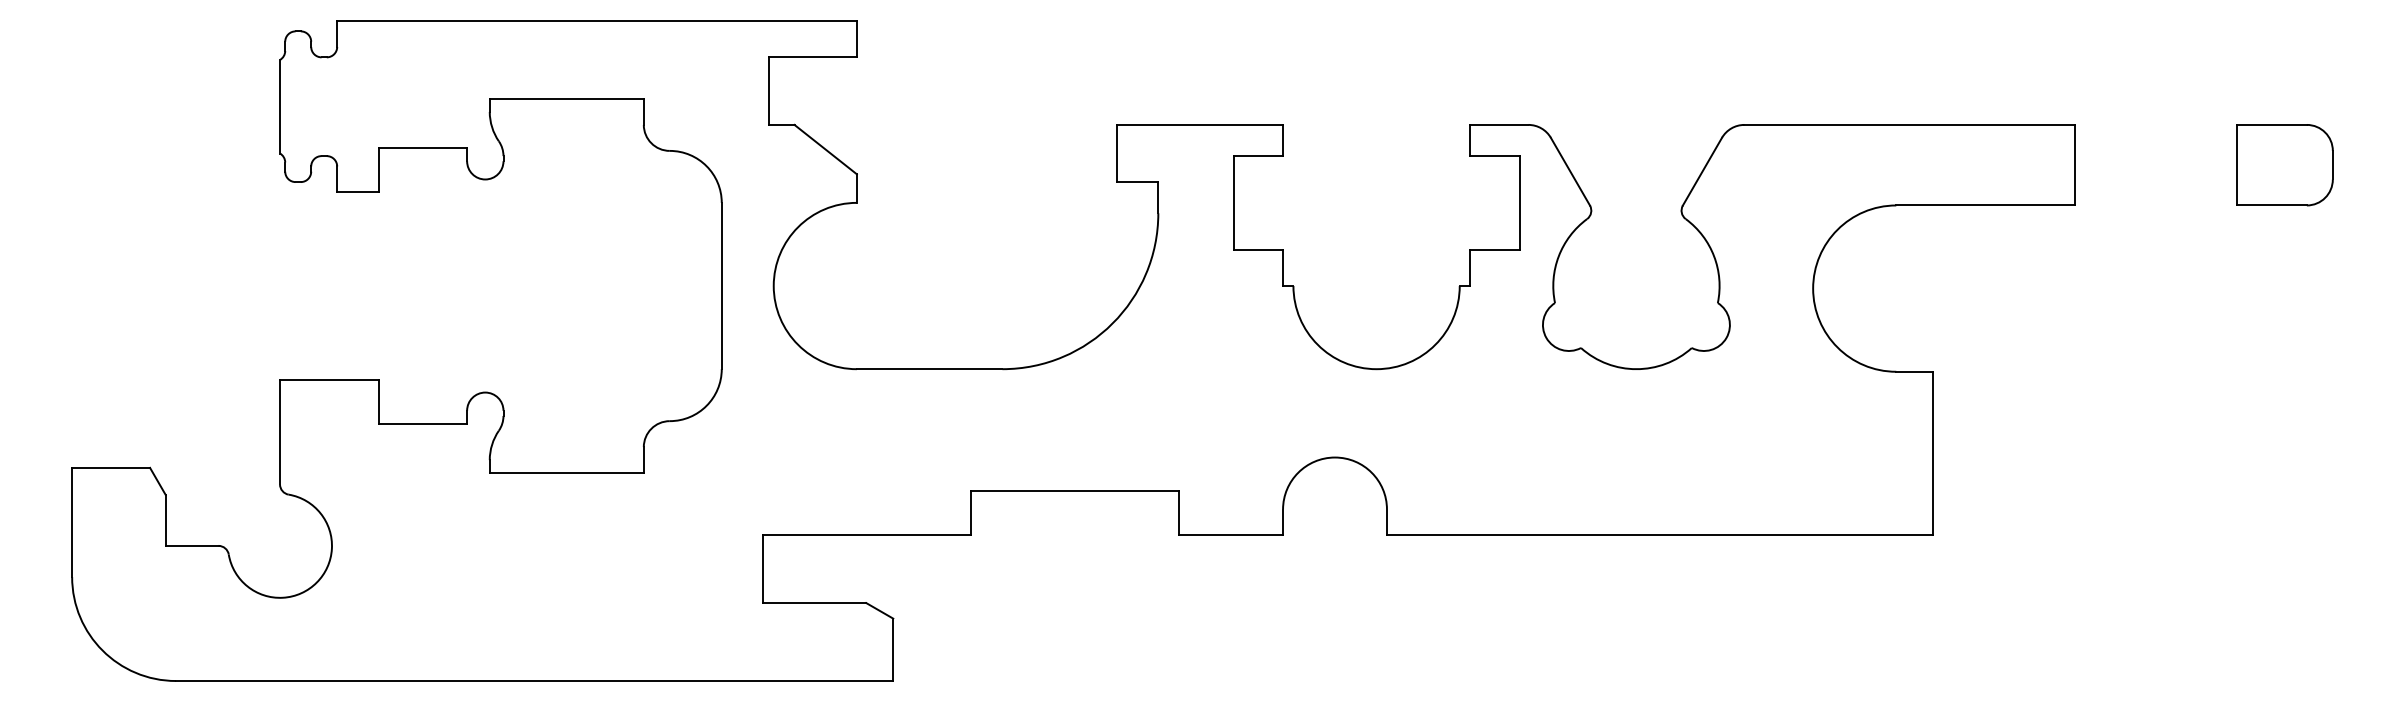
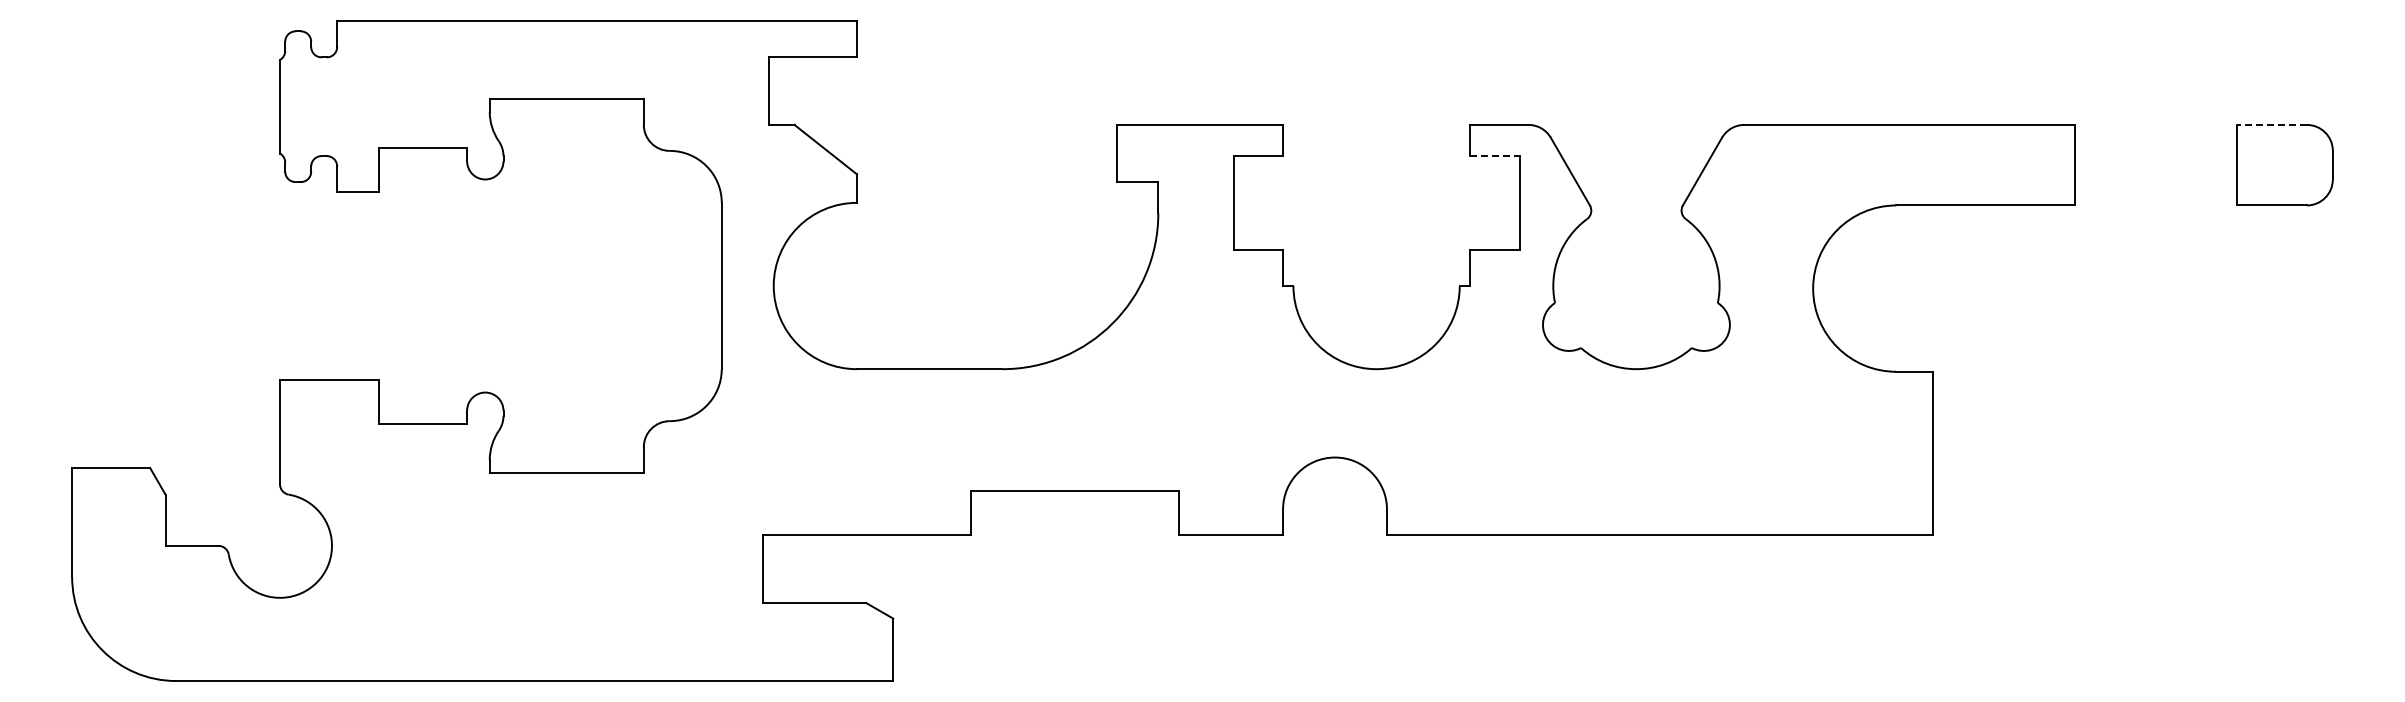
line at (2271, 124): solid -> dashed
line at (1494, 156): solid -> dashed
